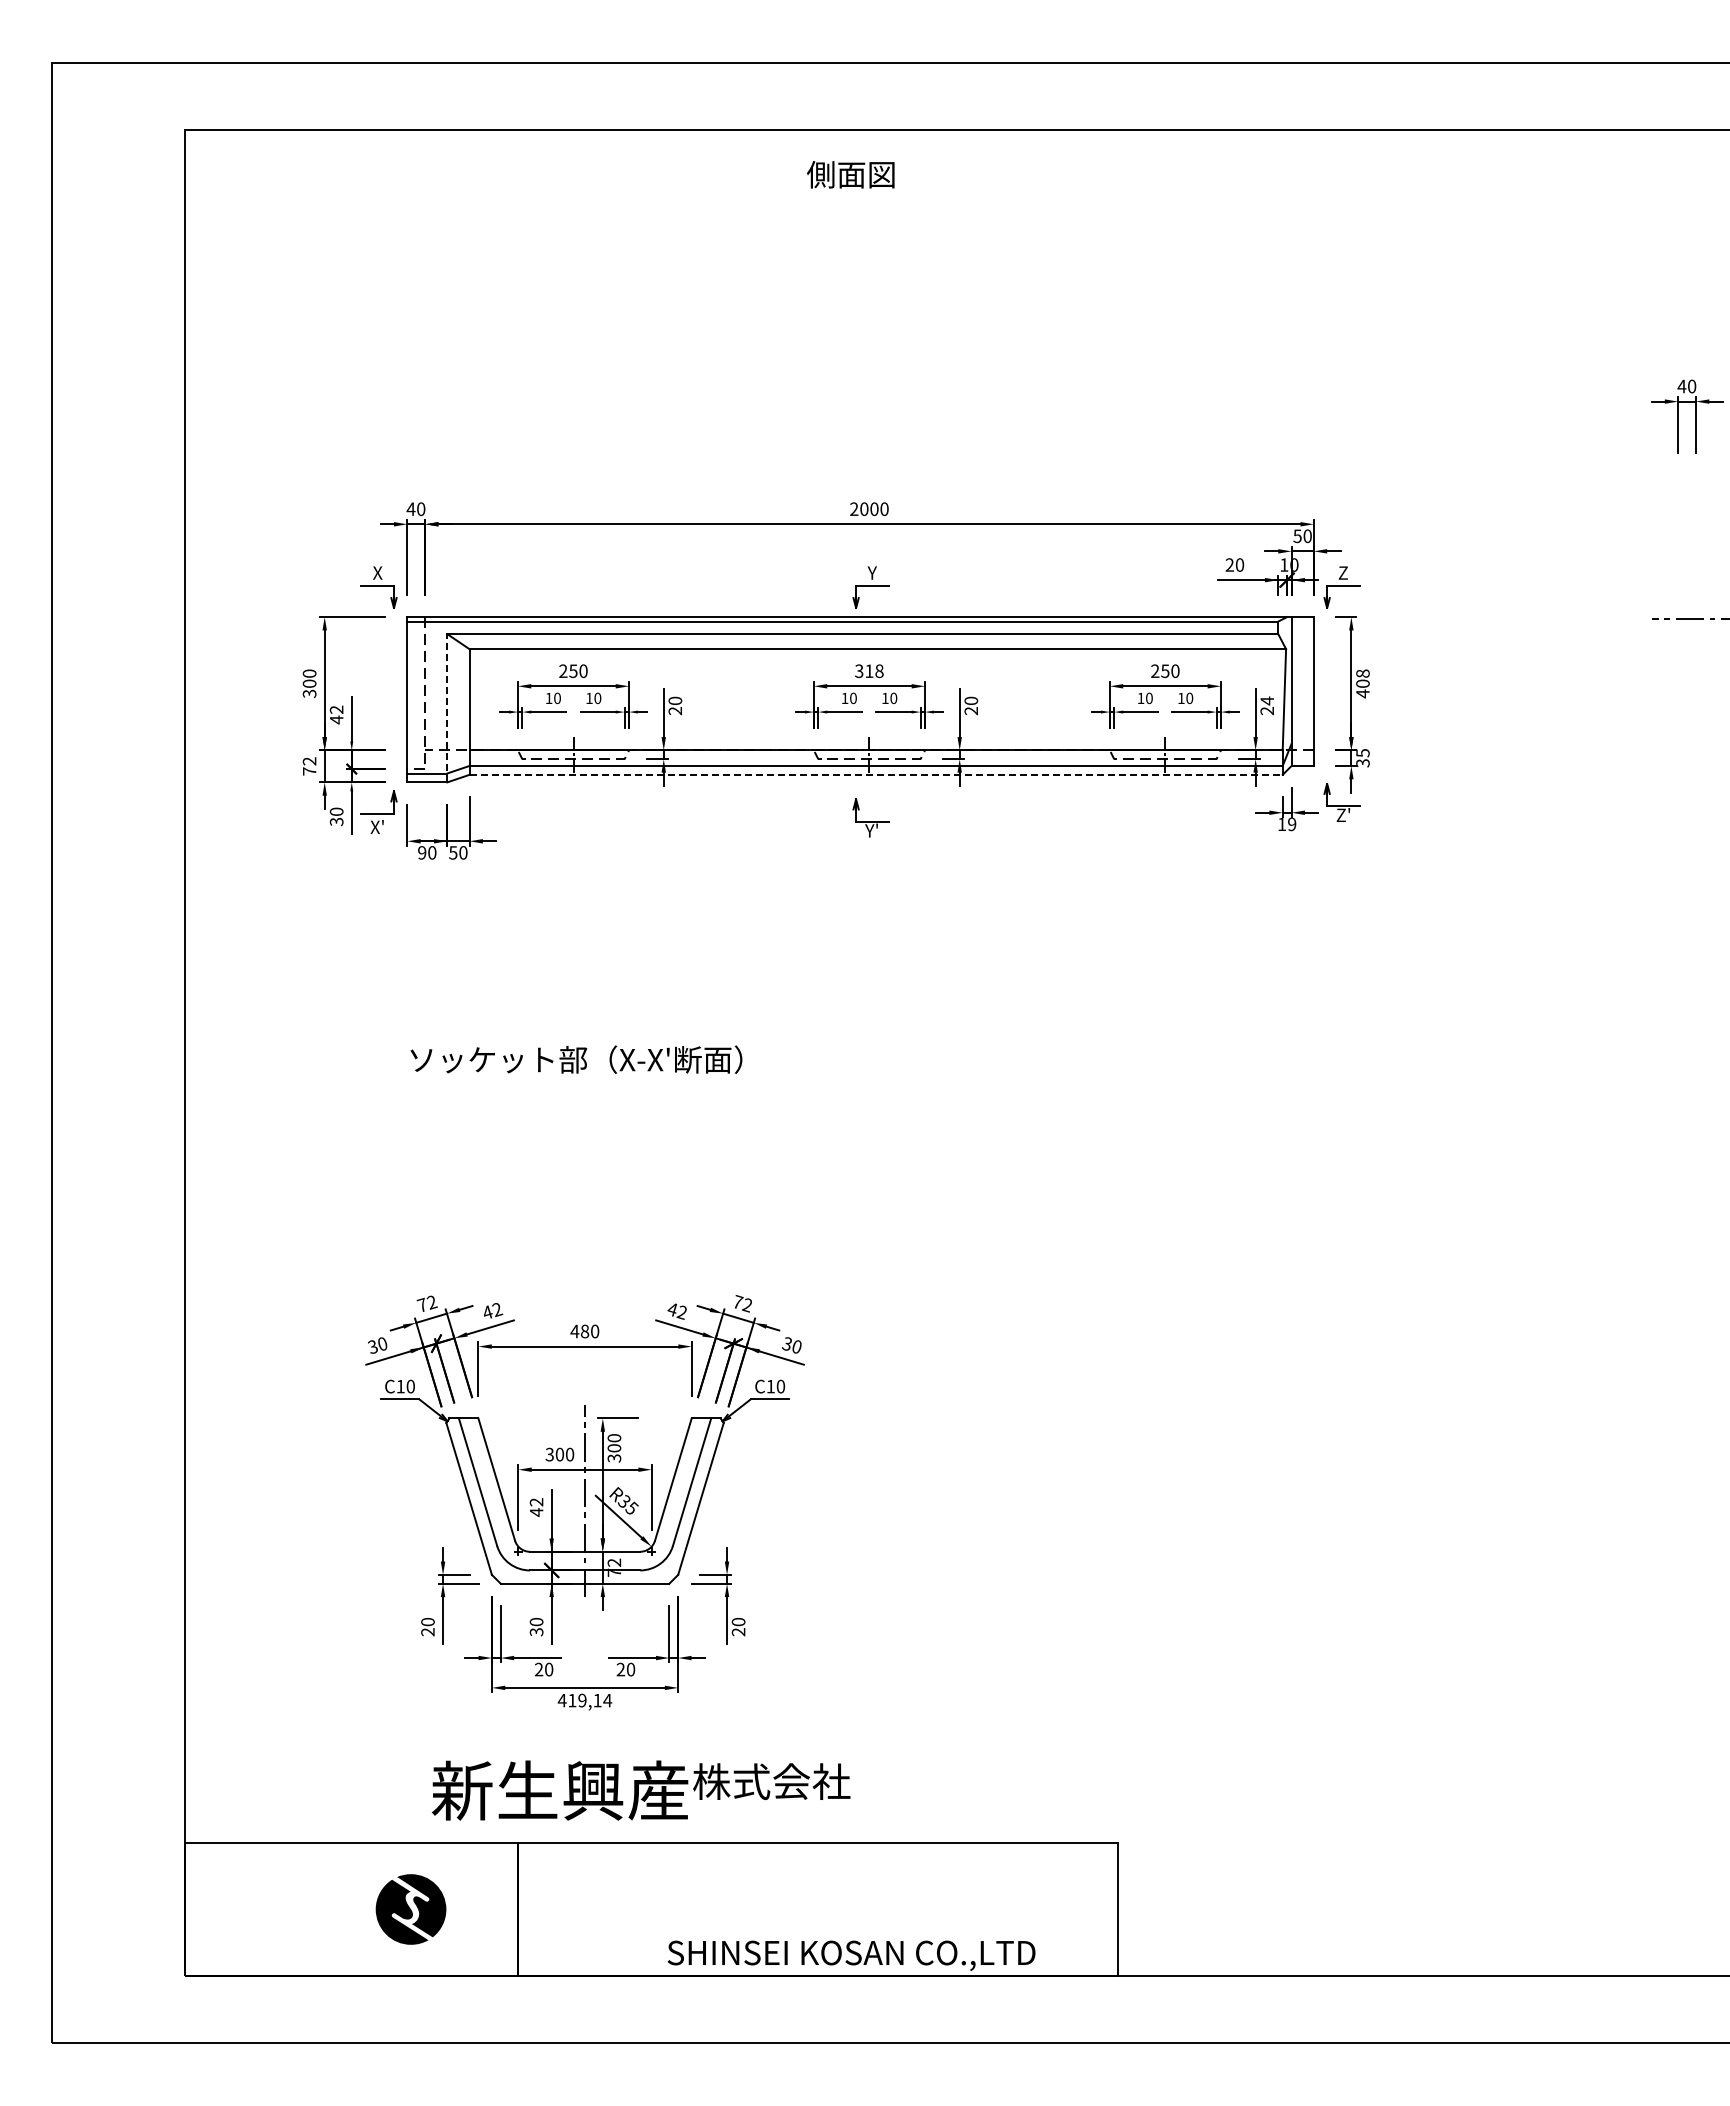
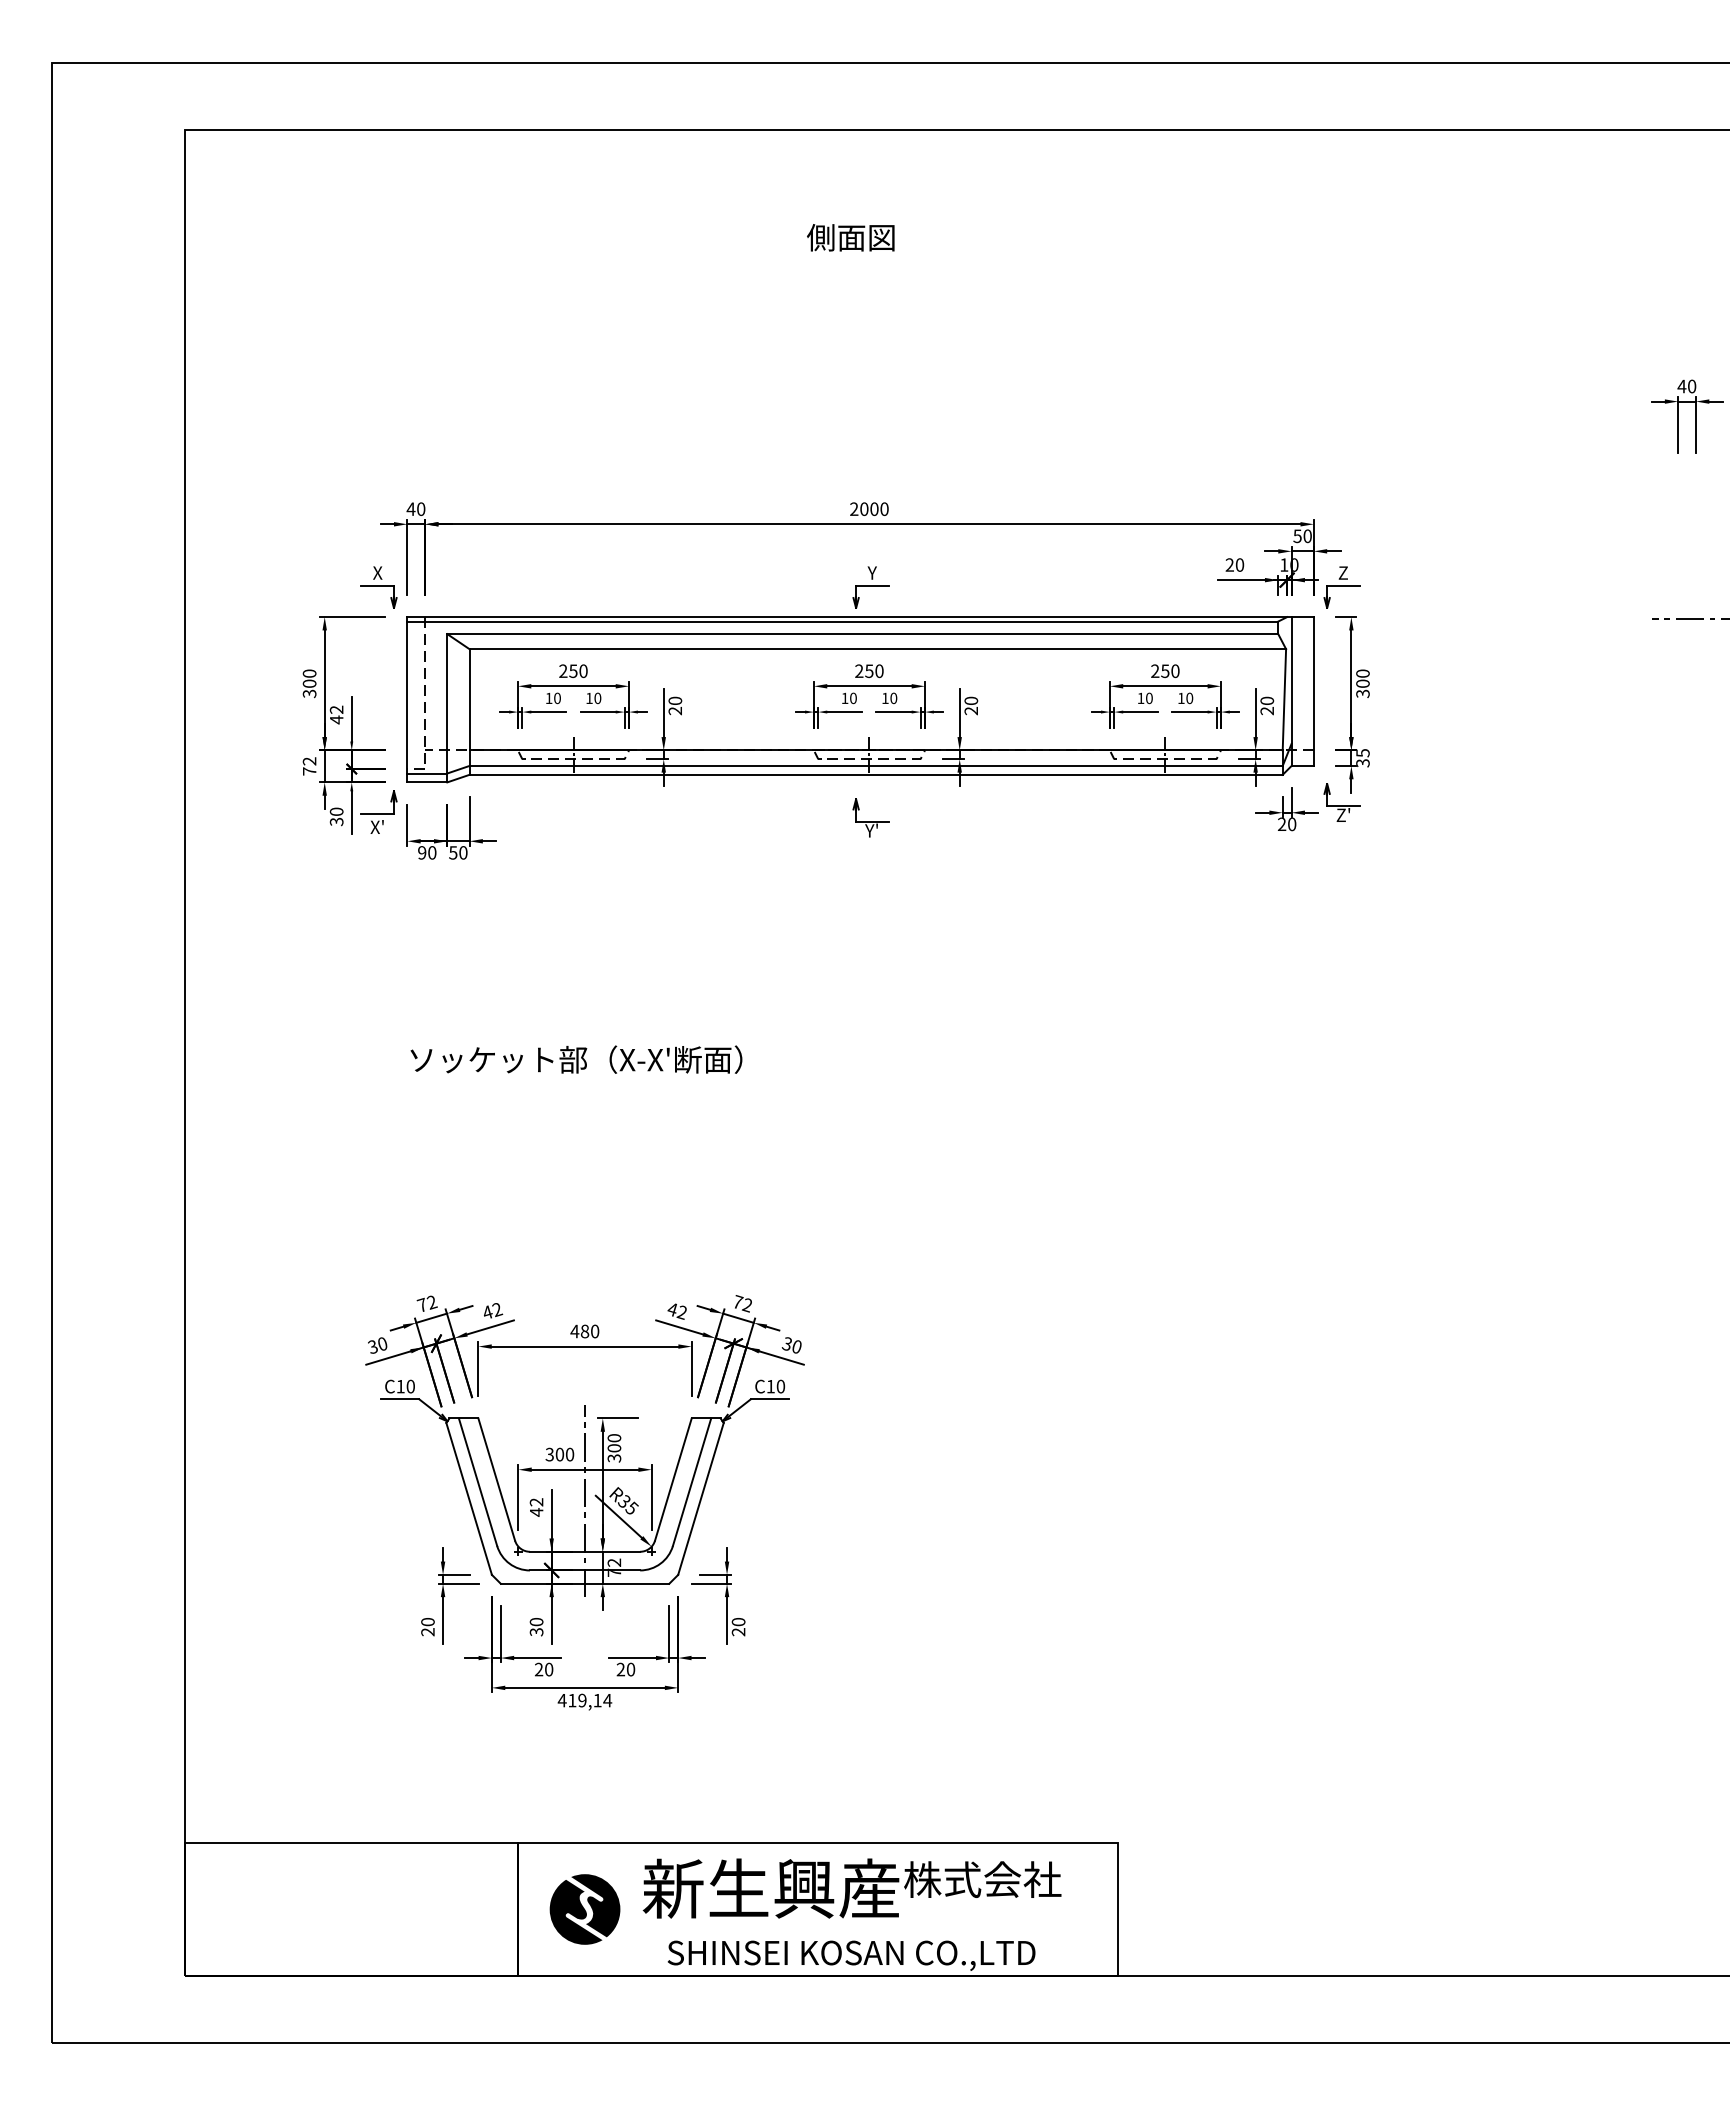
text at (850, 174) position: (850, 174) -> (850, 237)
text at (869, 671): 318 -> 250
text at (1362, 683): 408 -> 300
text at (1267, 700): 24 -> 20
line at (447, 707): dashed -> solid
line at (876, 774): dashed -> solid
text at (1286, 824): 19 -> 20
text at (640, 1790) position: (640, 1790) -> (851, 1888)
part at (410, 1909) position: (410, 1909) -> (584, 1909)
